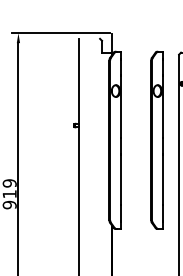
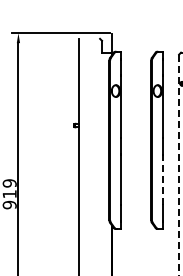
line at (179, 165): solid -> dashed
line at (163, 179): solid -> dashed
